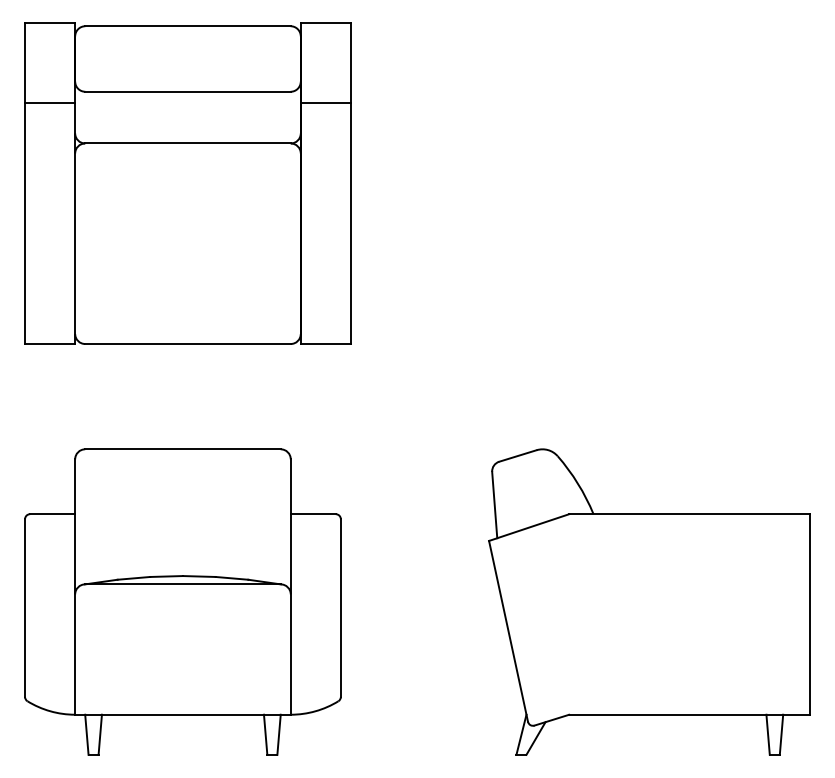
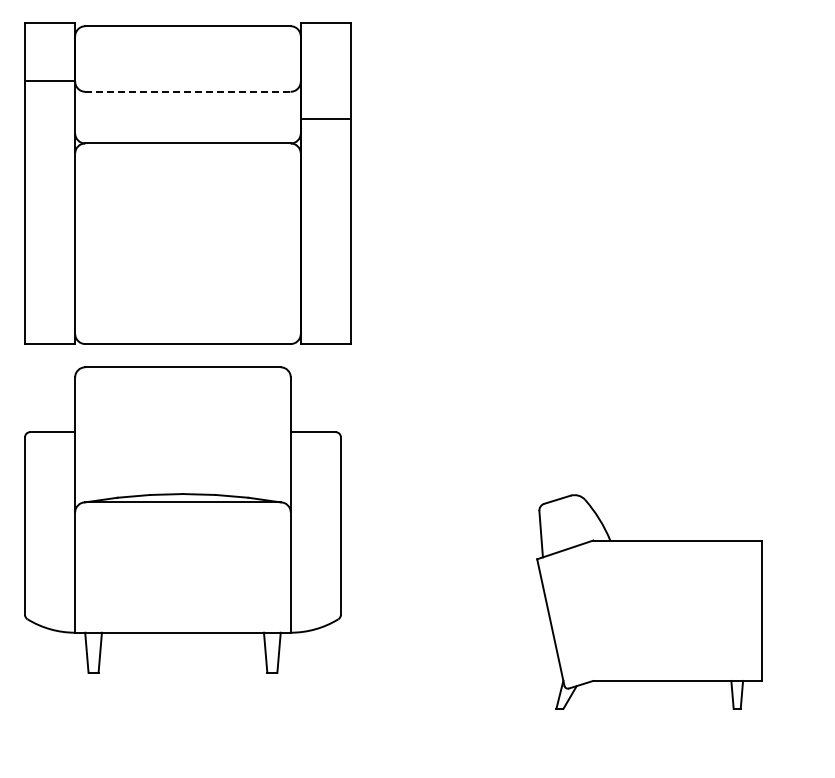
line at (187, 91): solid -> dashed
line at (50, 103) position: (50, 103) -> (50, 81)
line at (325, 103) position: (325, 103) -> (325, 119)
part at (182, 601) position: (182, 601) -> (182, 519)
part at (649, 601) size: 323x308 px -> 227x216 px
